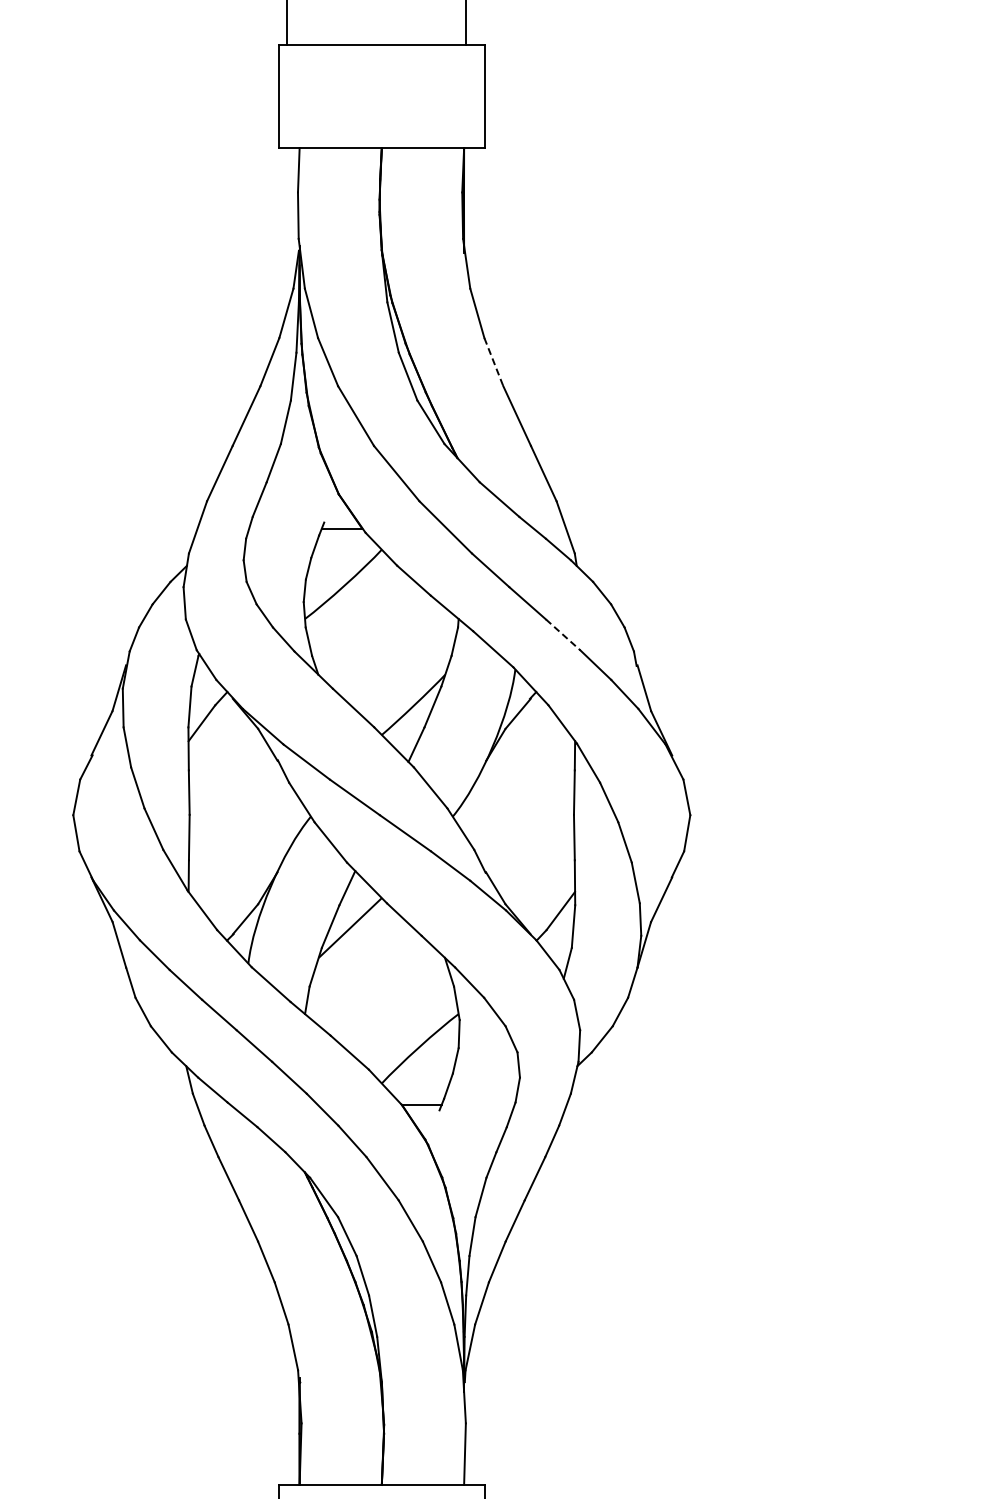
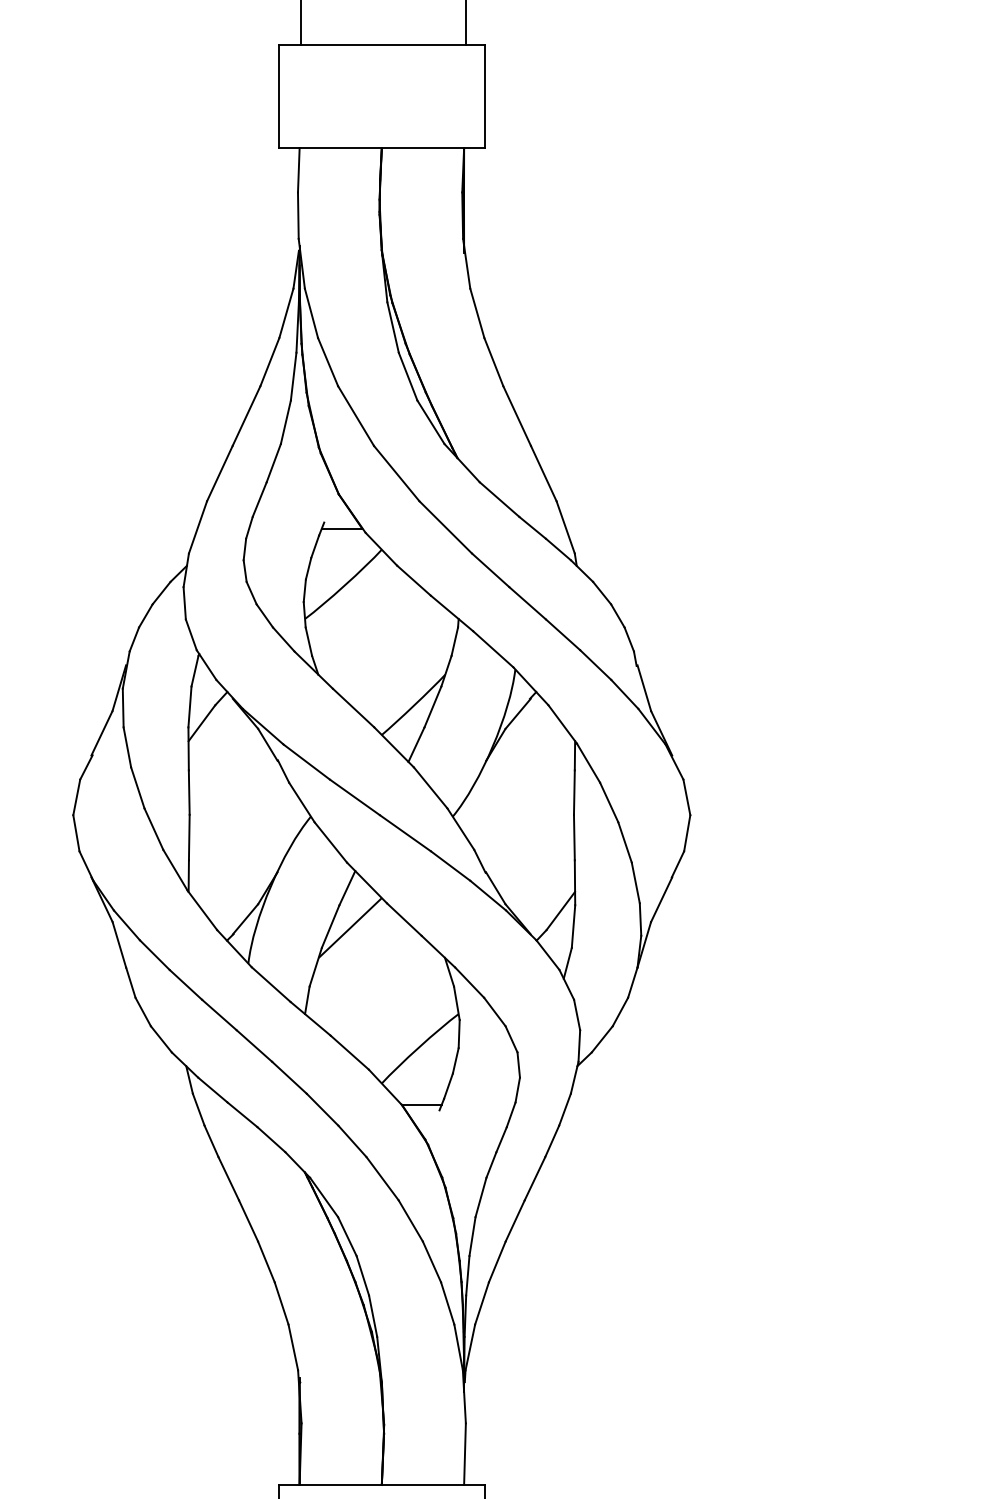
line at (287, 23) position: (287, 23) -> (301, 23)
line at (493, 362): dashed -> solid
line at (563, 635): dashed -> solid
